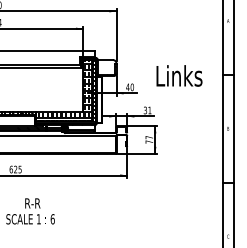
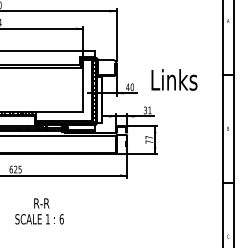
text at (179, 75) position: (179, 75) -> (174, 79)
hatch at (64, 90): present -> none
text at (30, 211) position: (30, 211) -> (39, 211)
